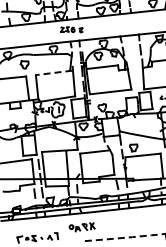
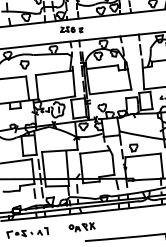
line at (53, 72): dashed -> solid
part at (37, 237) position: (37, 237) -> (27, 232)
arc at (125, 237): dashed -> solid
